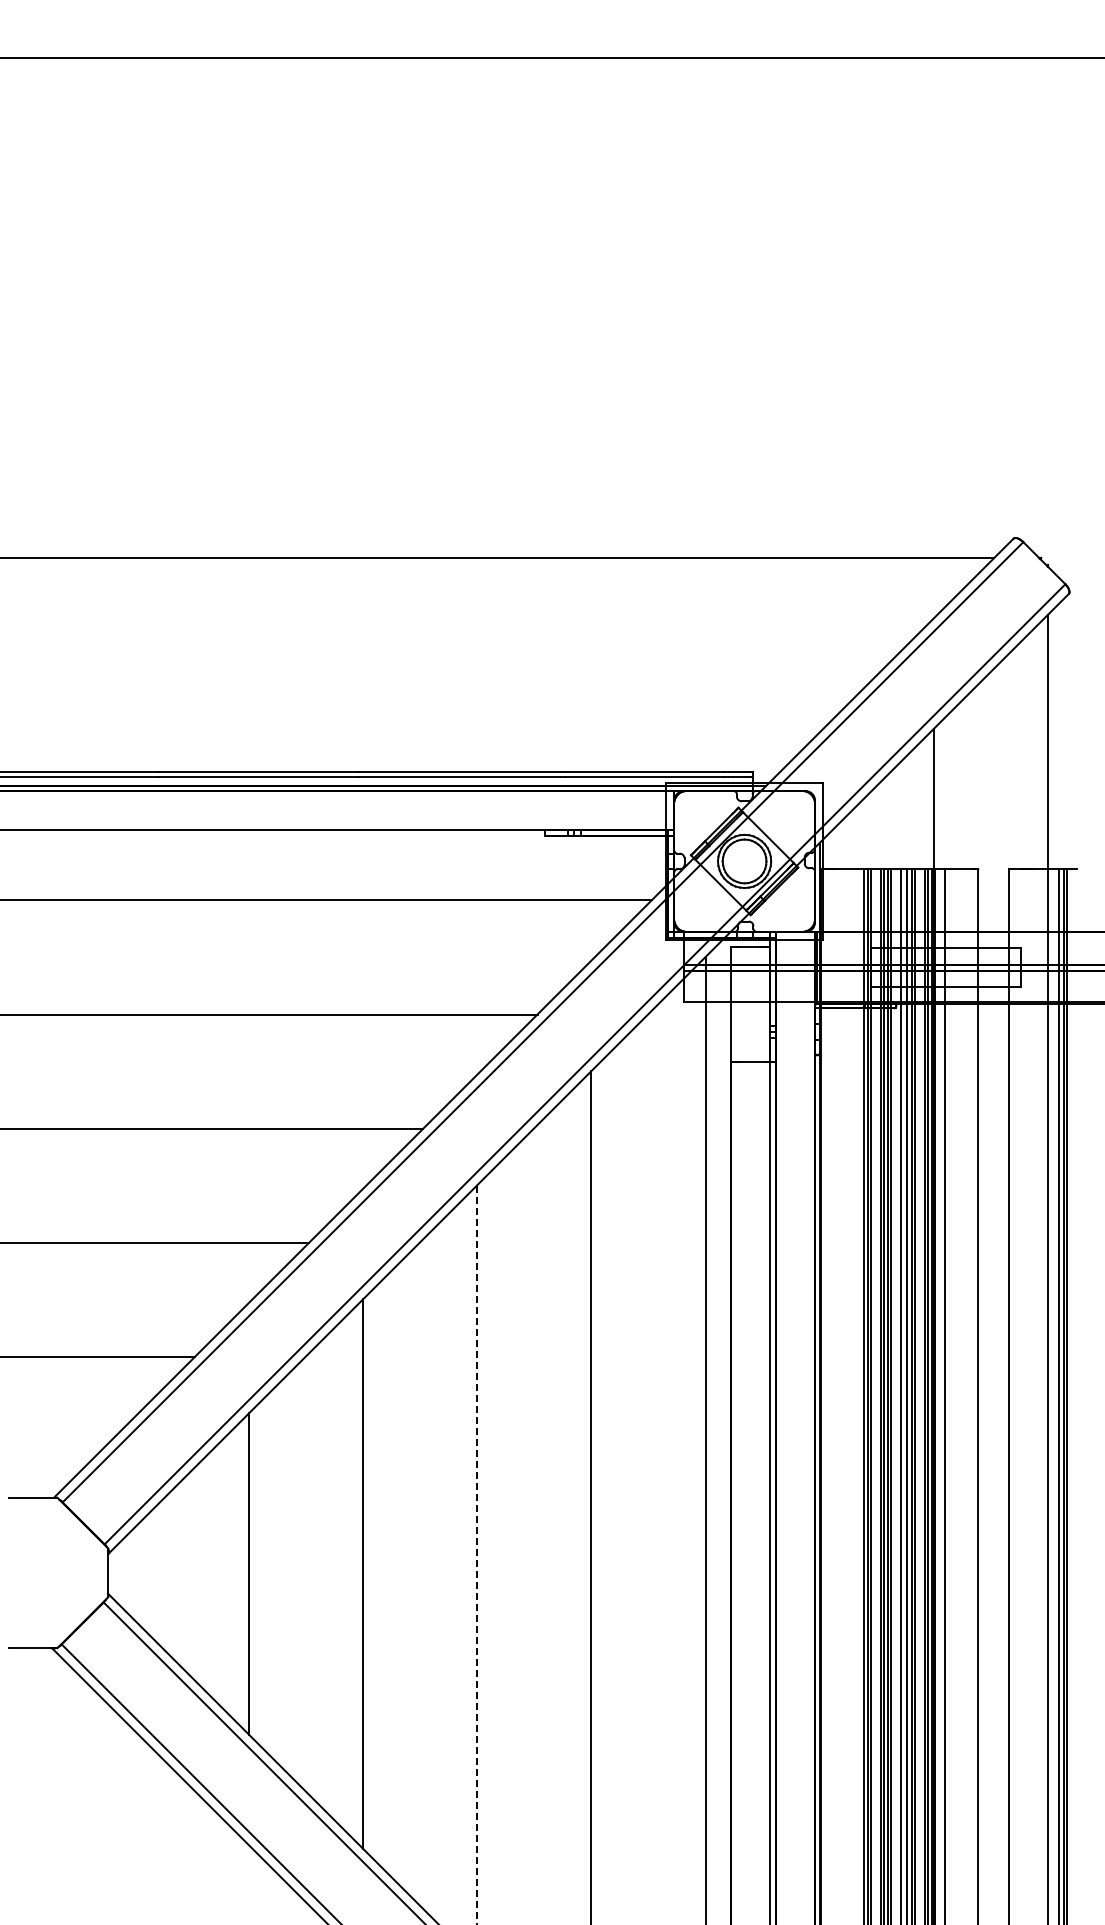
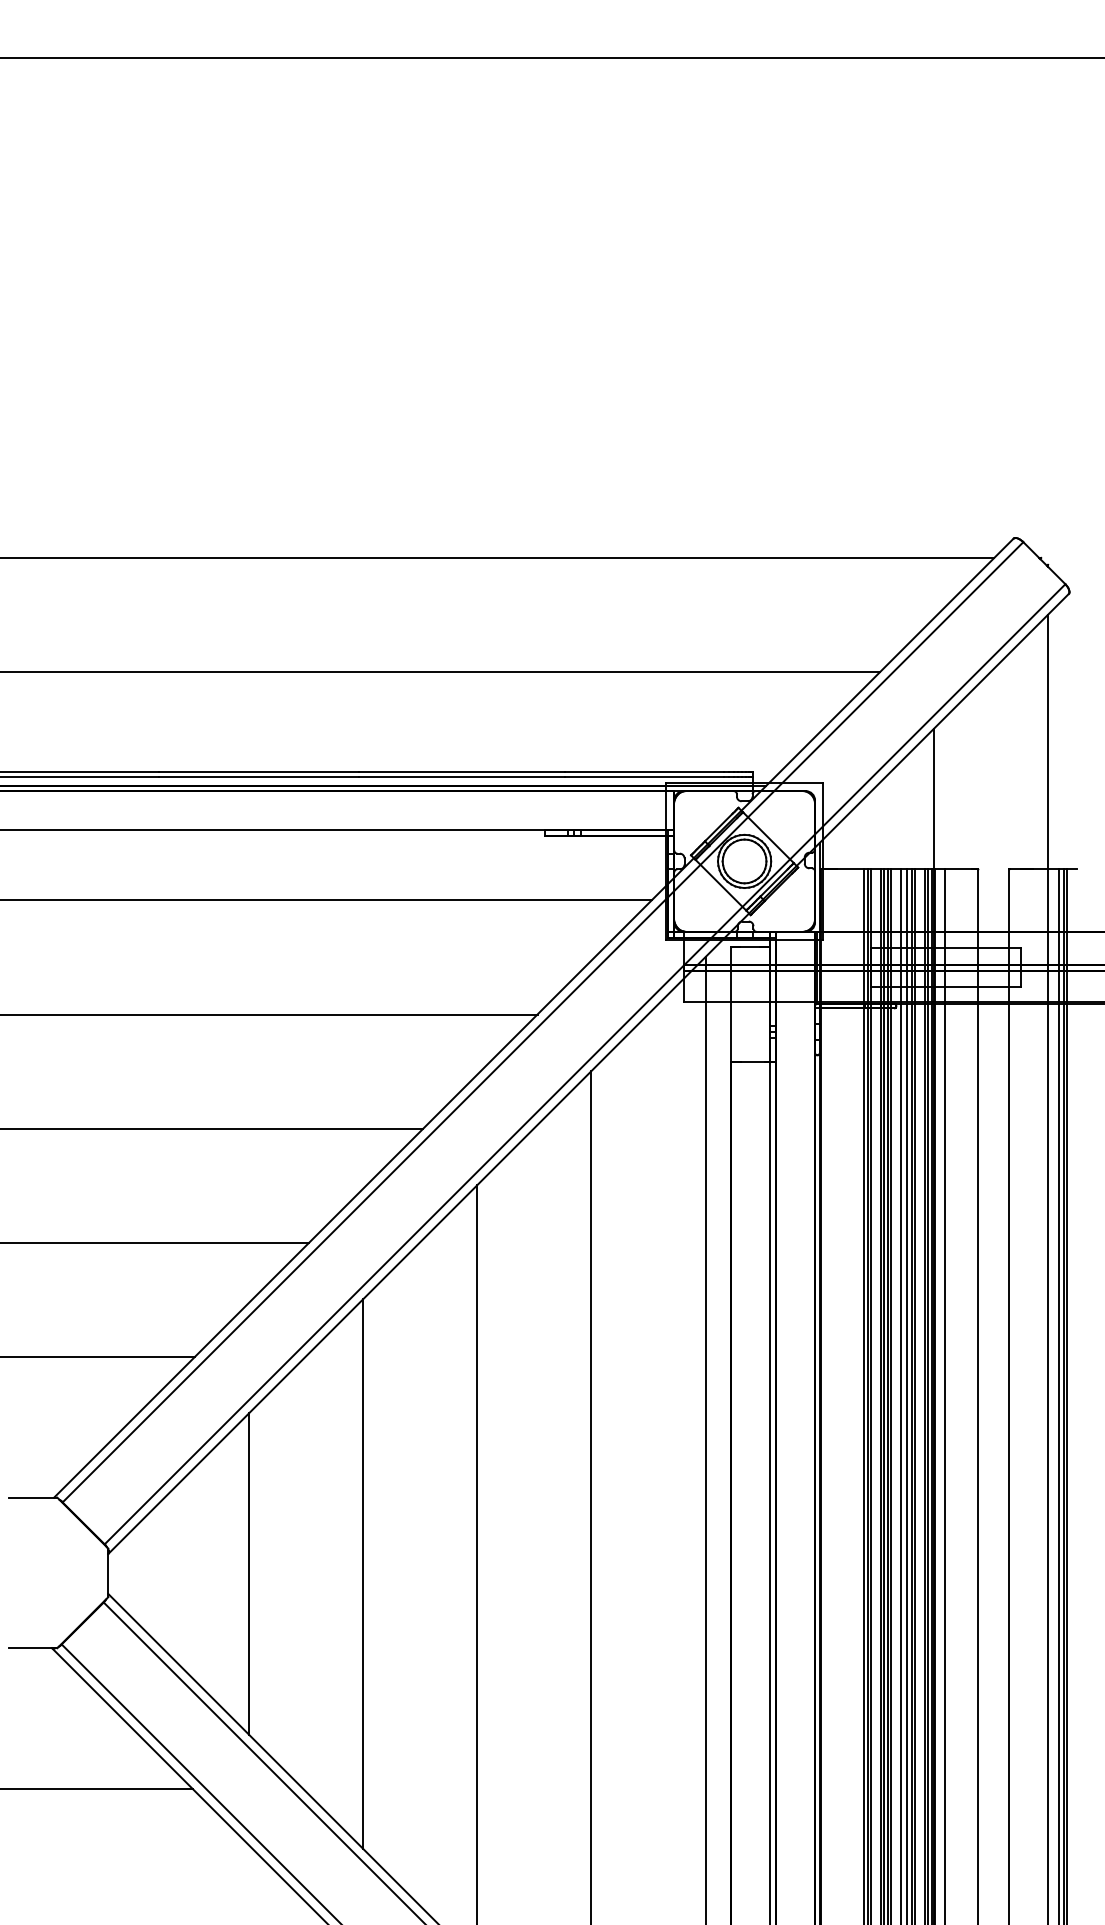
line at (441, 672): none -> present
line at (477, 1554): dashed -> solid
line at (97, 1788): none -> present
